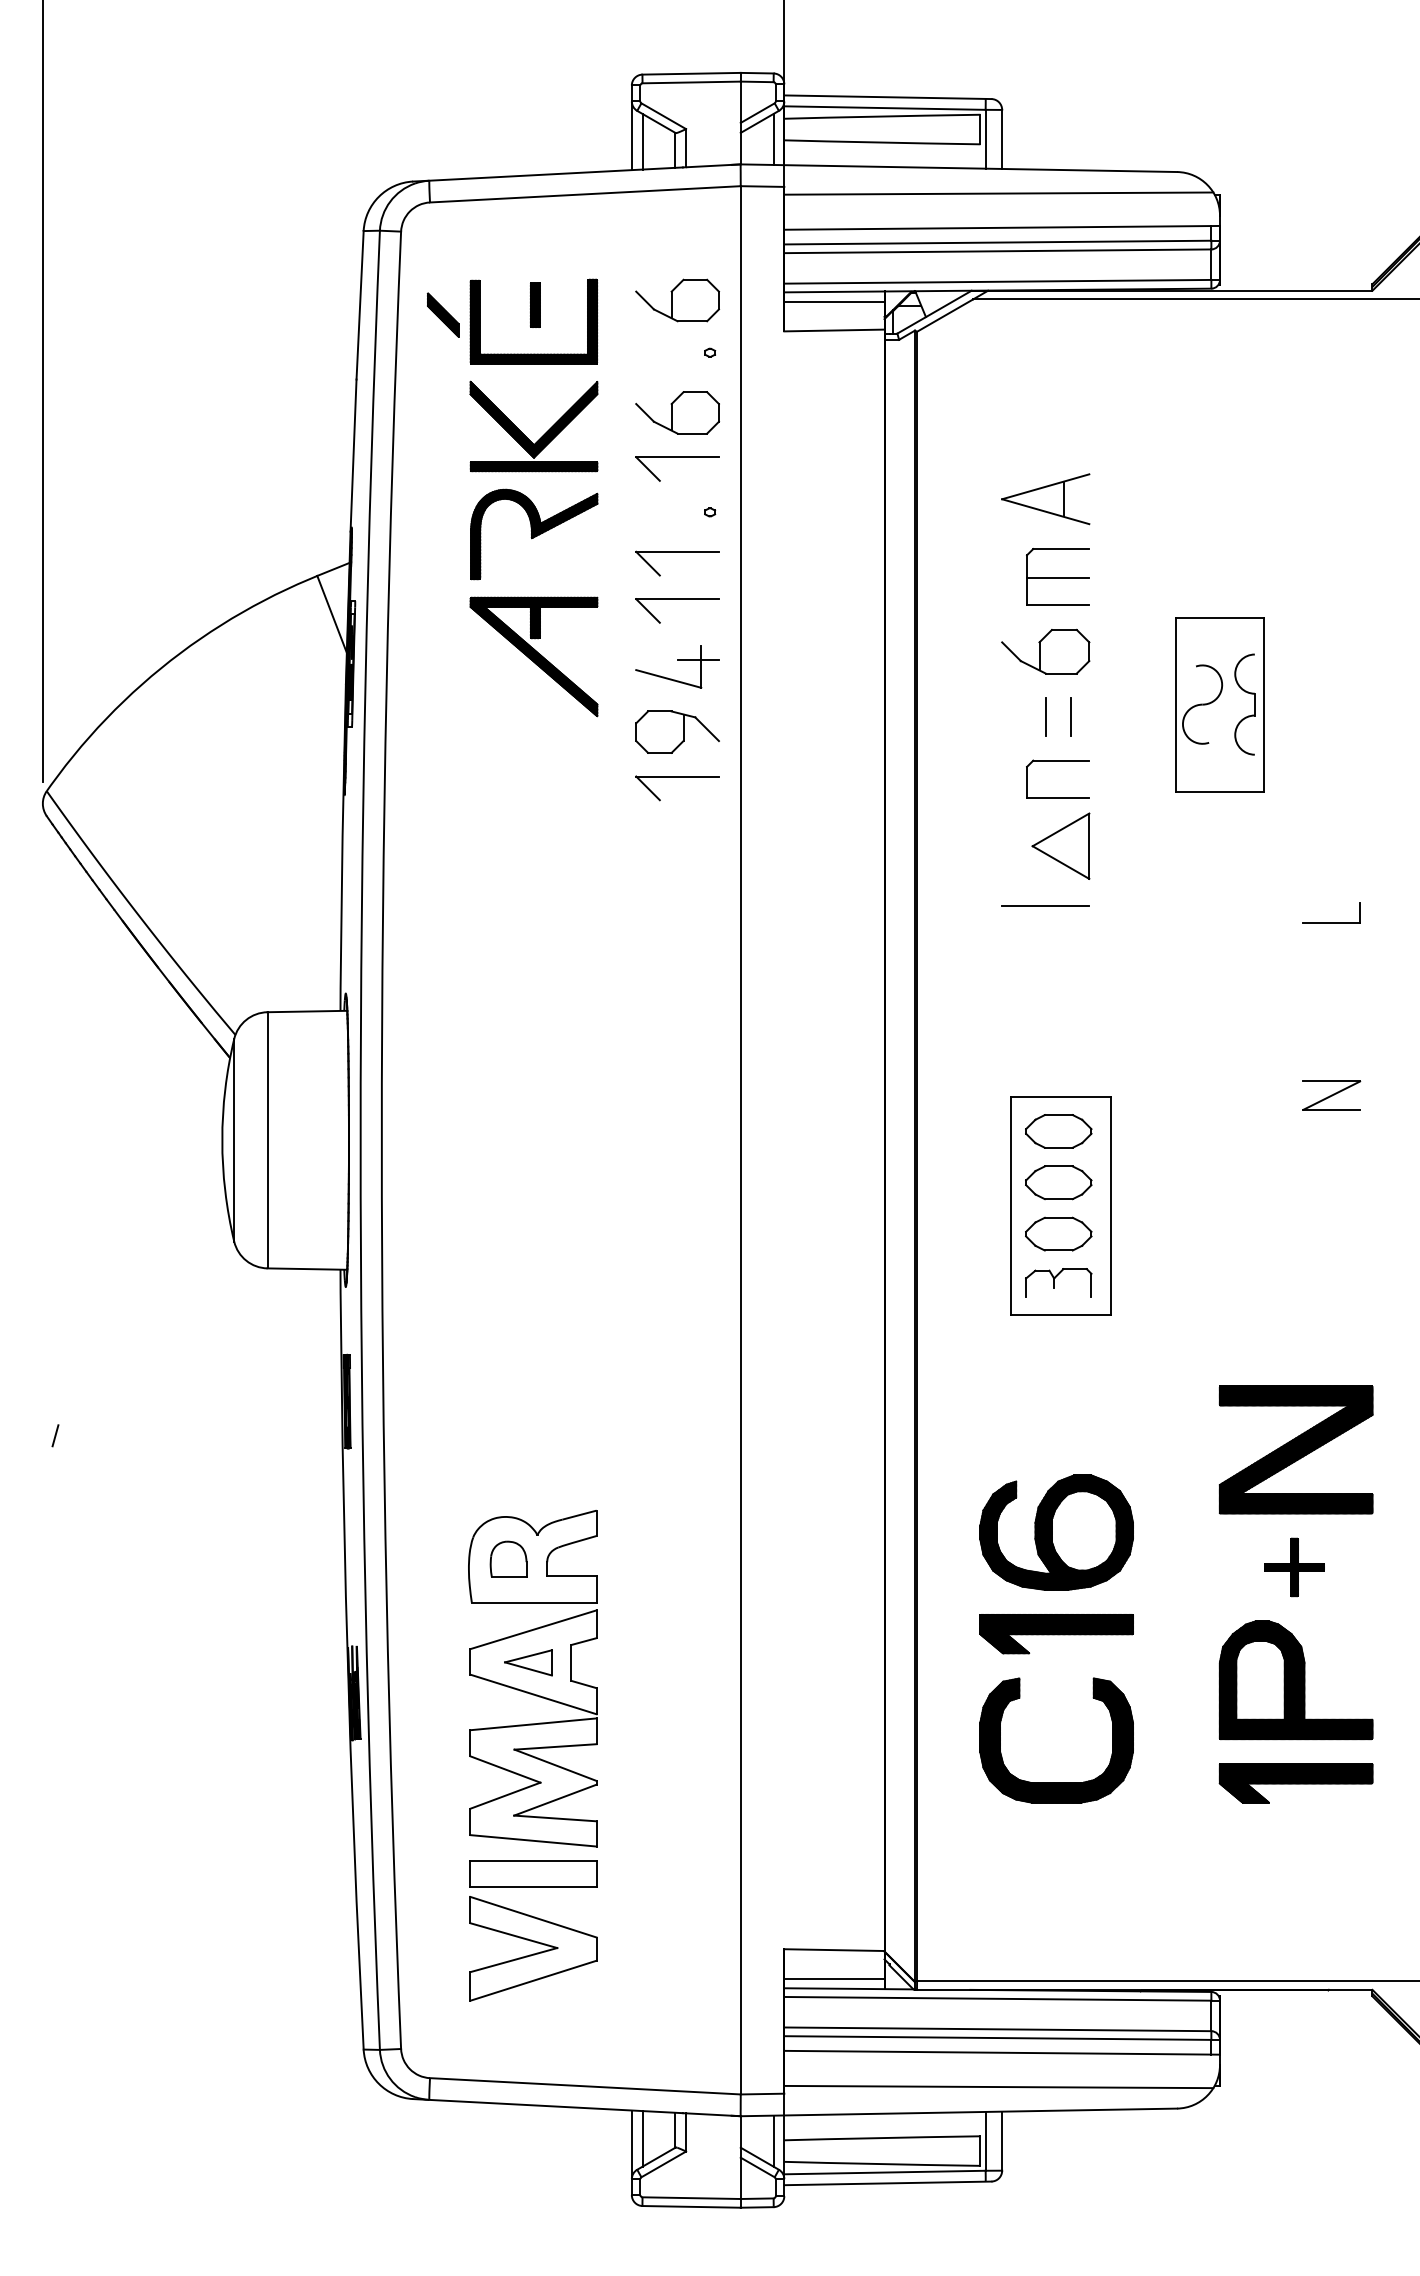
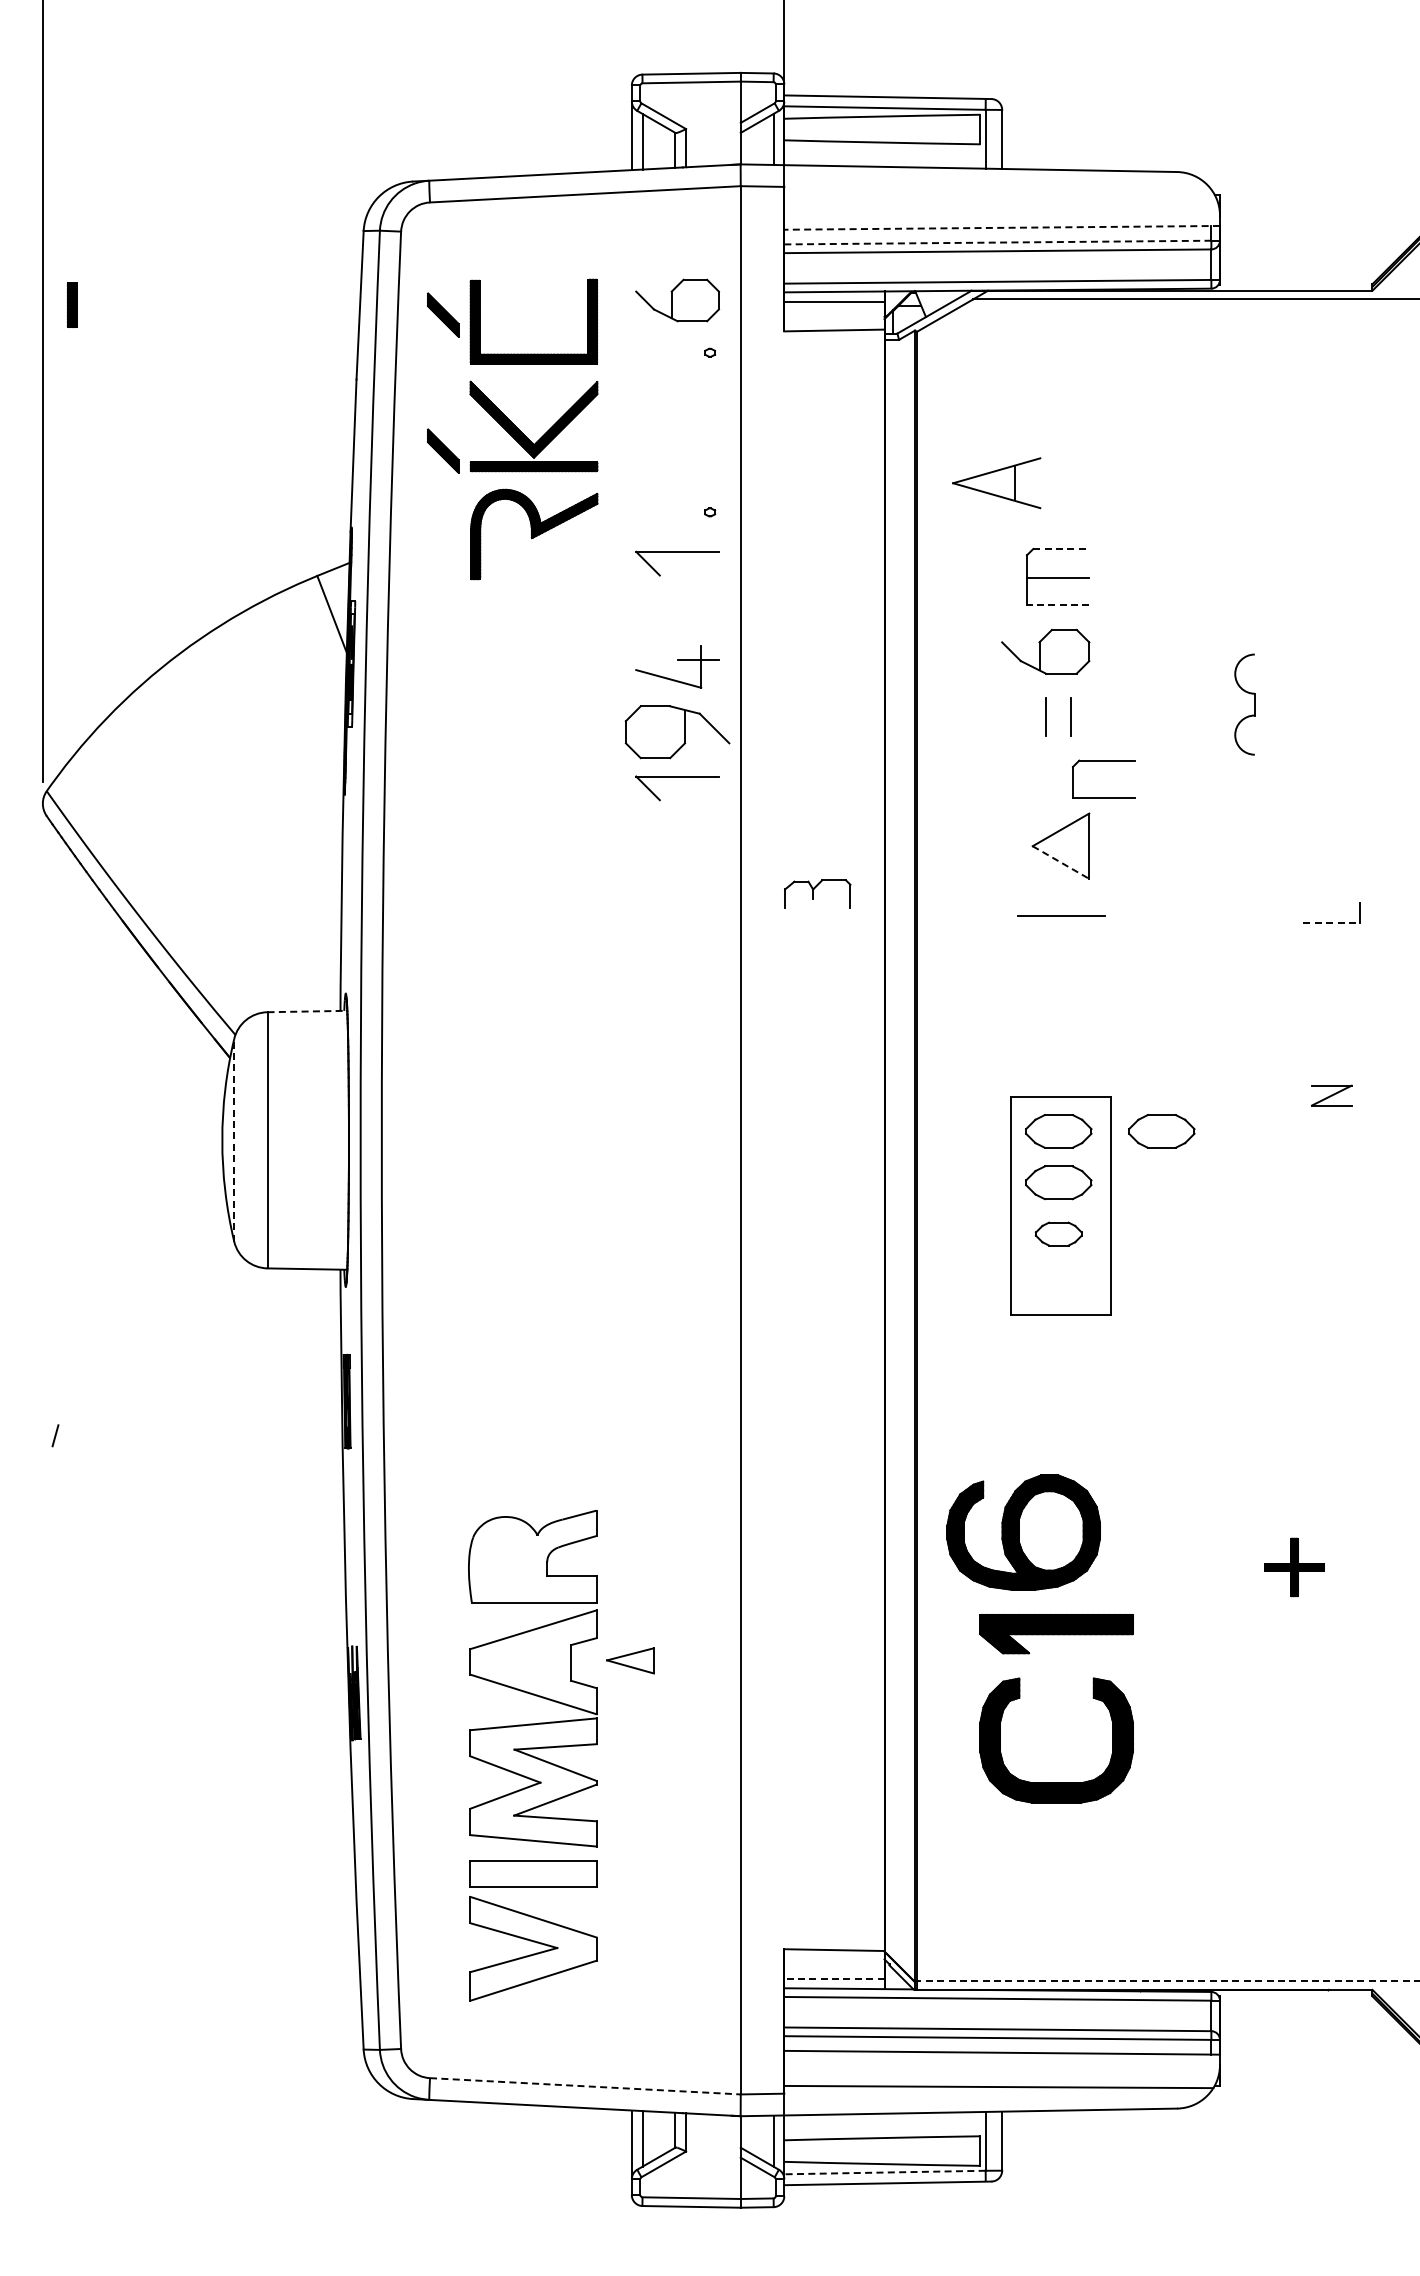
line at (998, 193): present -> none
line at (1002, 227): solid -> dashed
line at (997, 242): solid -> dashed
part at (535, 304) position: (535, 304) -> (72, 304)
part at (677, 412): present -> none
part at (442, 450): none -> present
part at (677, 457): present -> none
part at (1045, 499) position: (1045, 499) -> (996, 483)
line at (1061, 549): solid -> dashed
part at (677, 599): present -> none
line at (1057, 605): solid -> dashed
part at (533, 656): present -> none
part at (1219, 704): present -> none
part at (677, 731) size: 85x44 px -> 107x55 px
part at (1057, 761) position: (1057, 761) -> (1103, 761)
line at (1061, 862): solid -> dashed
line at (1045, 905) position: (1045, 905) -> (1061, 915)
line at (1332, 922): solid -> dashed
line at (307, 1011): solid -> dashed
part at (1331, 1095) size: 60x31 px -> 42x23 px
part at (1161, 1131): none -> present
line at (234, 1139): solid -> dashed
part at (1058, 1233) size: 68x36 px -> 49x26 px
part at (1058, 1282) position: (1058, 1282) -> (817, 893)
part at (1295, 1449): present -> none
part at (1056, 1532) position: (1056, 1532) -> (1023, 1532)
part at (508, 1558): present -> none
part at (528, 1662) position: (528, 1662) -> (630, 1660)
part at (1295, 1680): present -> none
part at (1295, 1783): present -> none
line at (833, 1978): solid -> dashed
line at (1168, 1981): solid -> dashed
line at (585, 2086): solid -> dashed
line at (884, 2172): solid -> dashed
